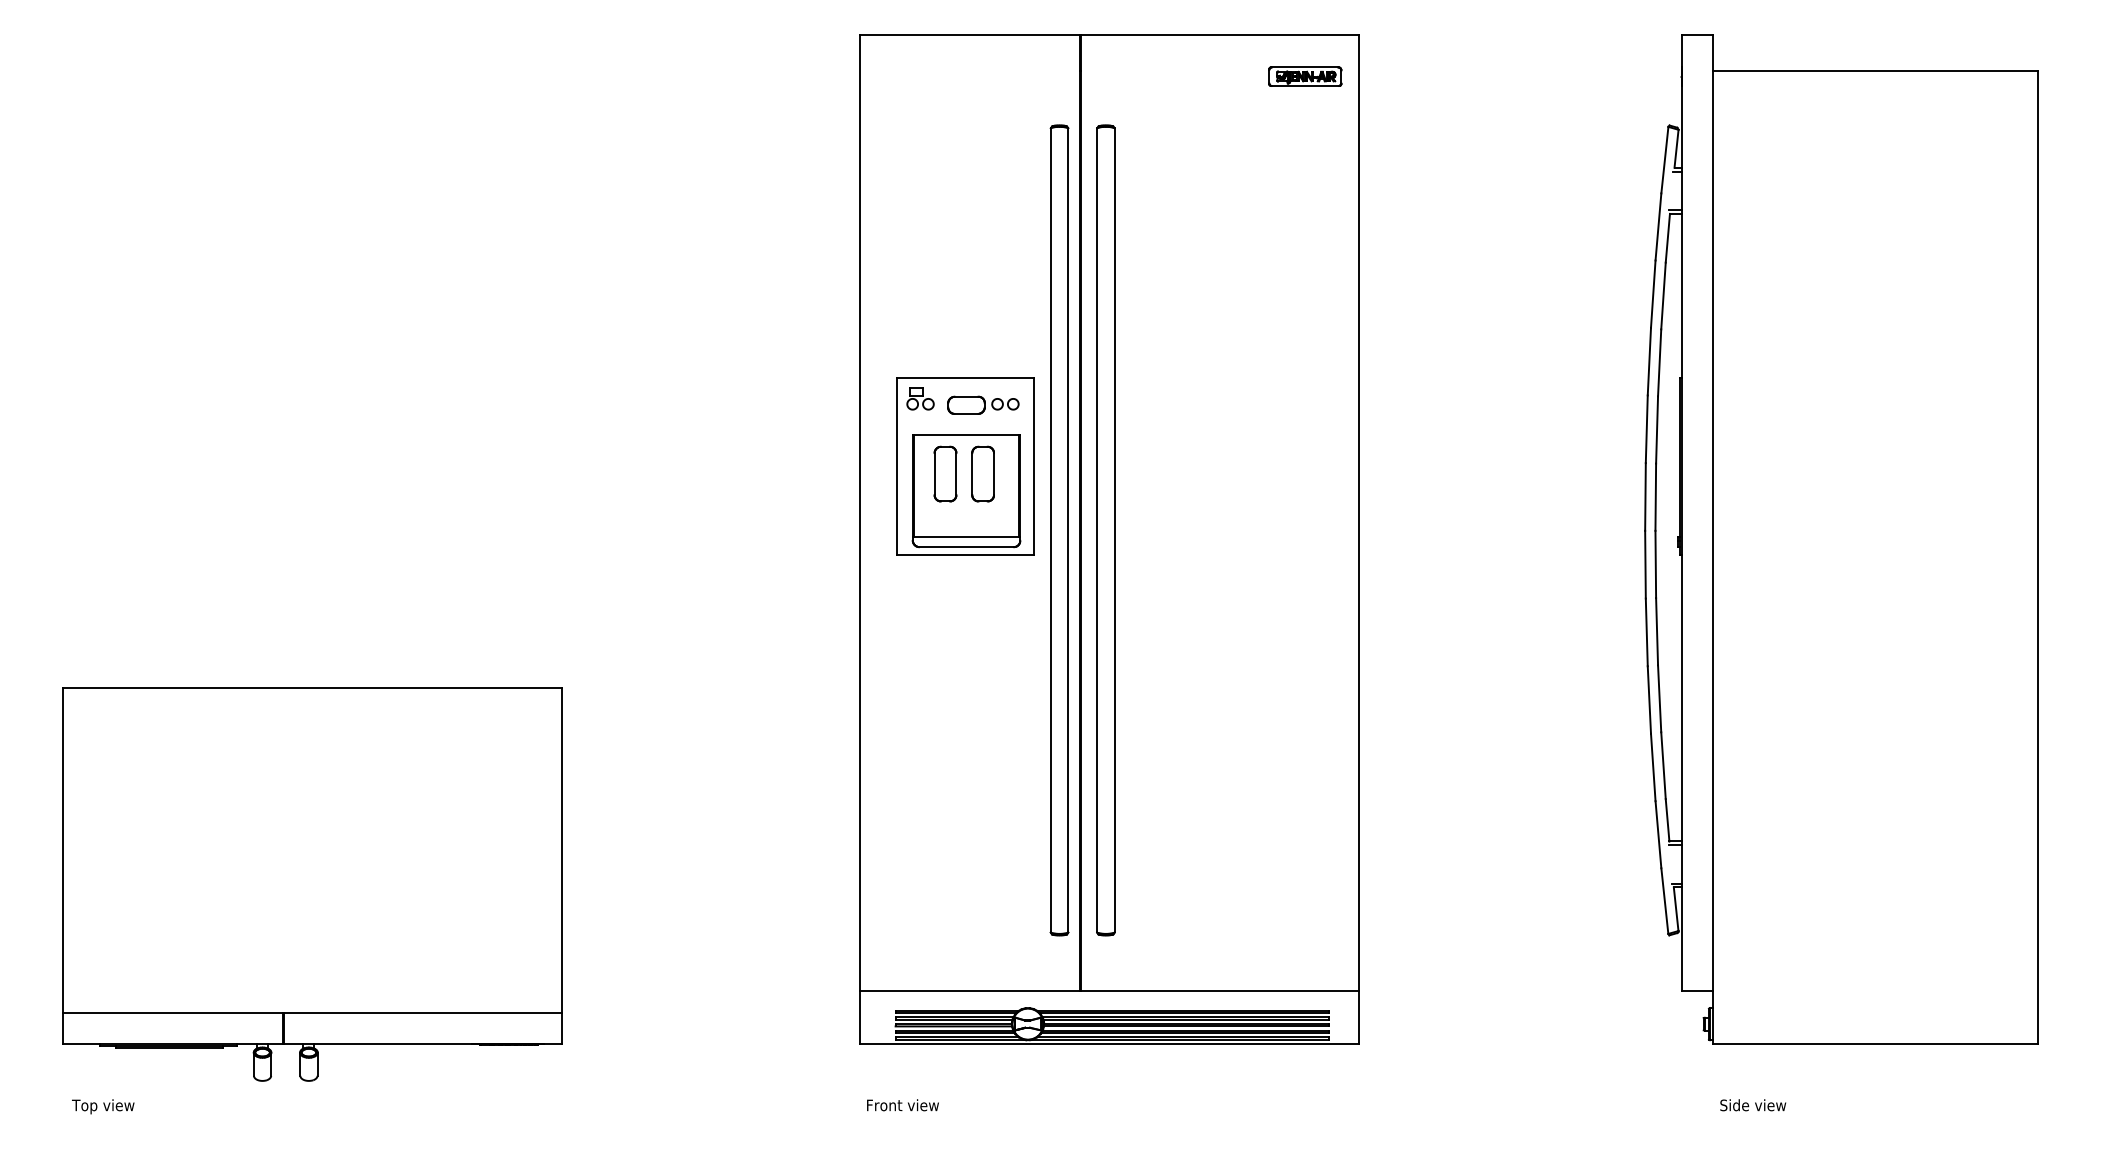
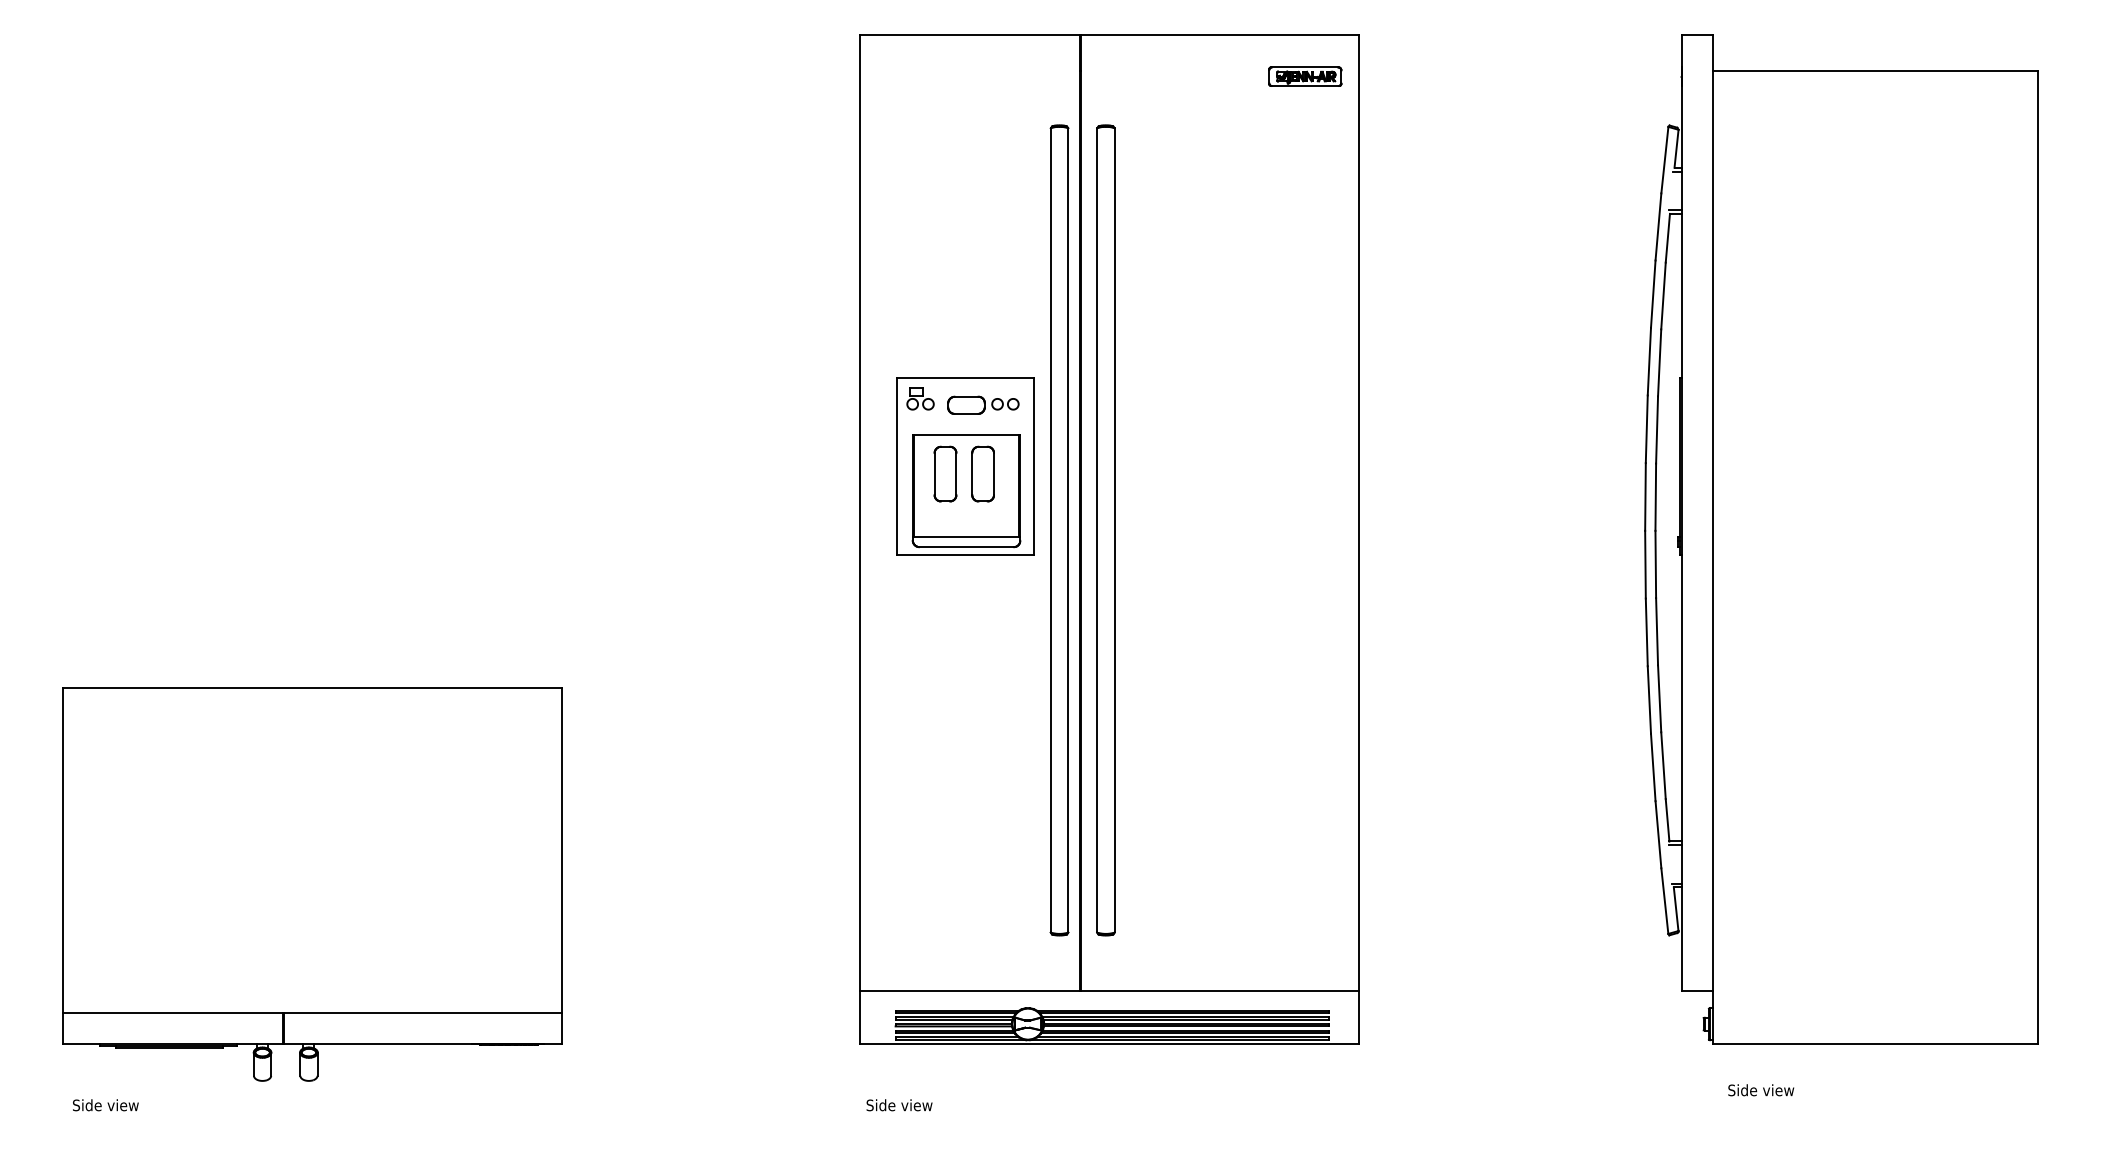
text at (902, 1105): Front view -> Side view
text at (1753, 1105) position: (1753, 1105) -> (1761, 1090)
text at (105, 1106): Top view -> Side view
